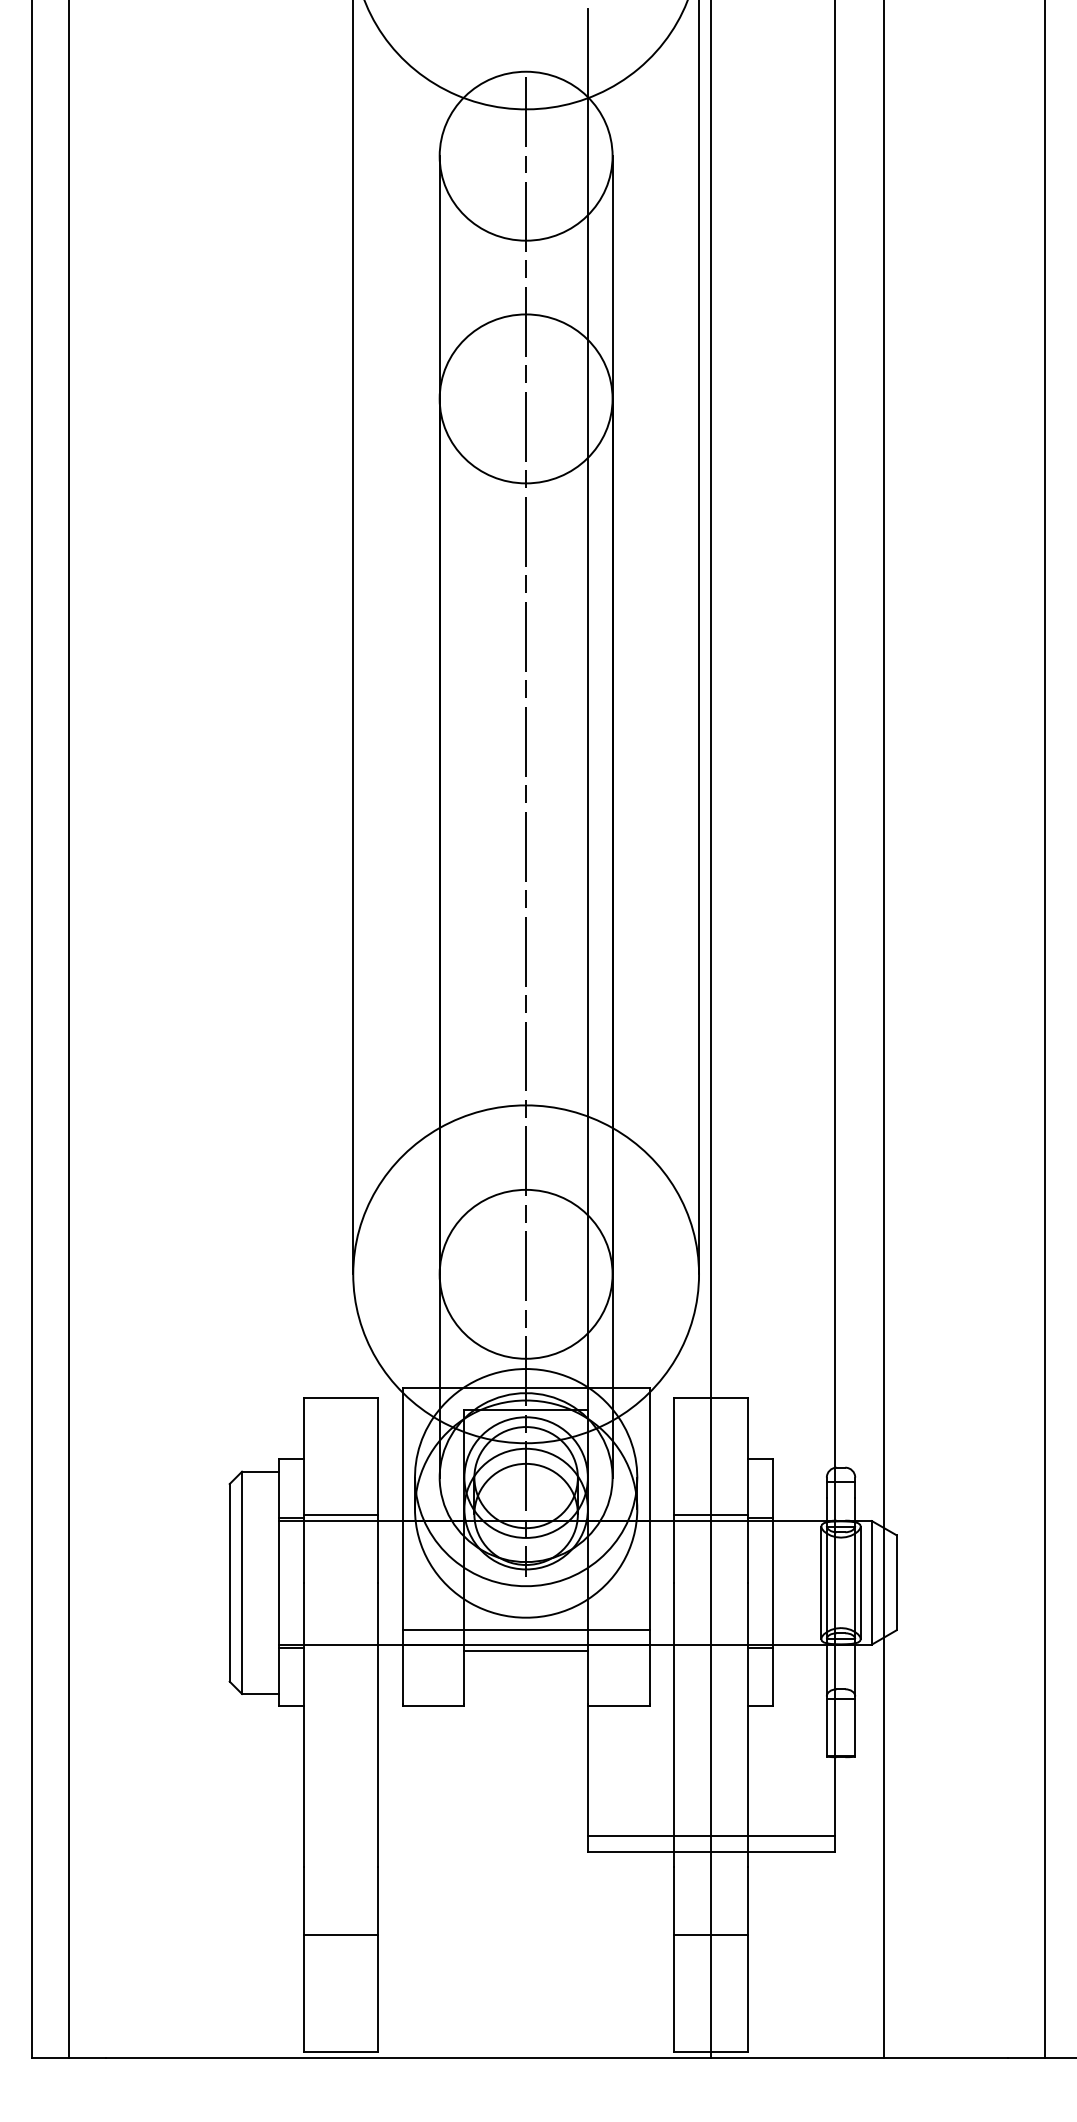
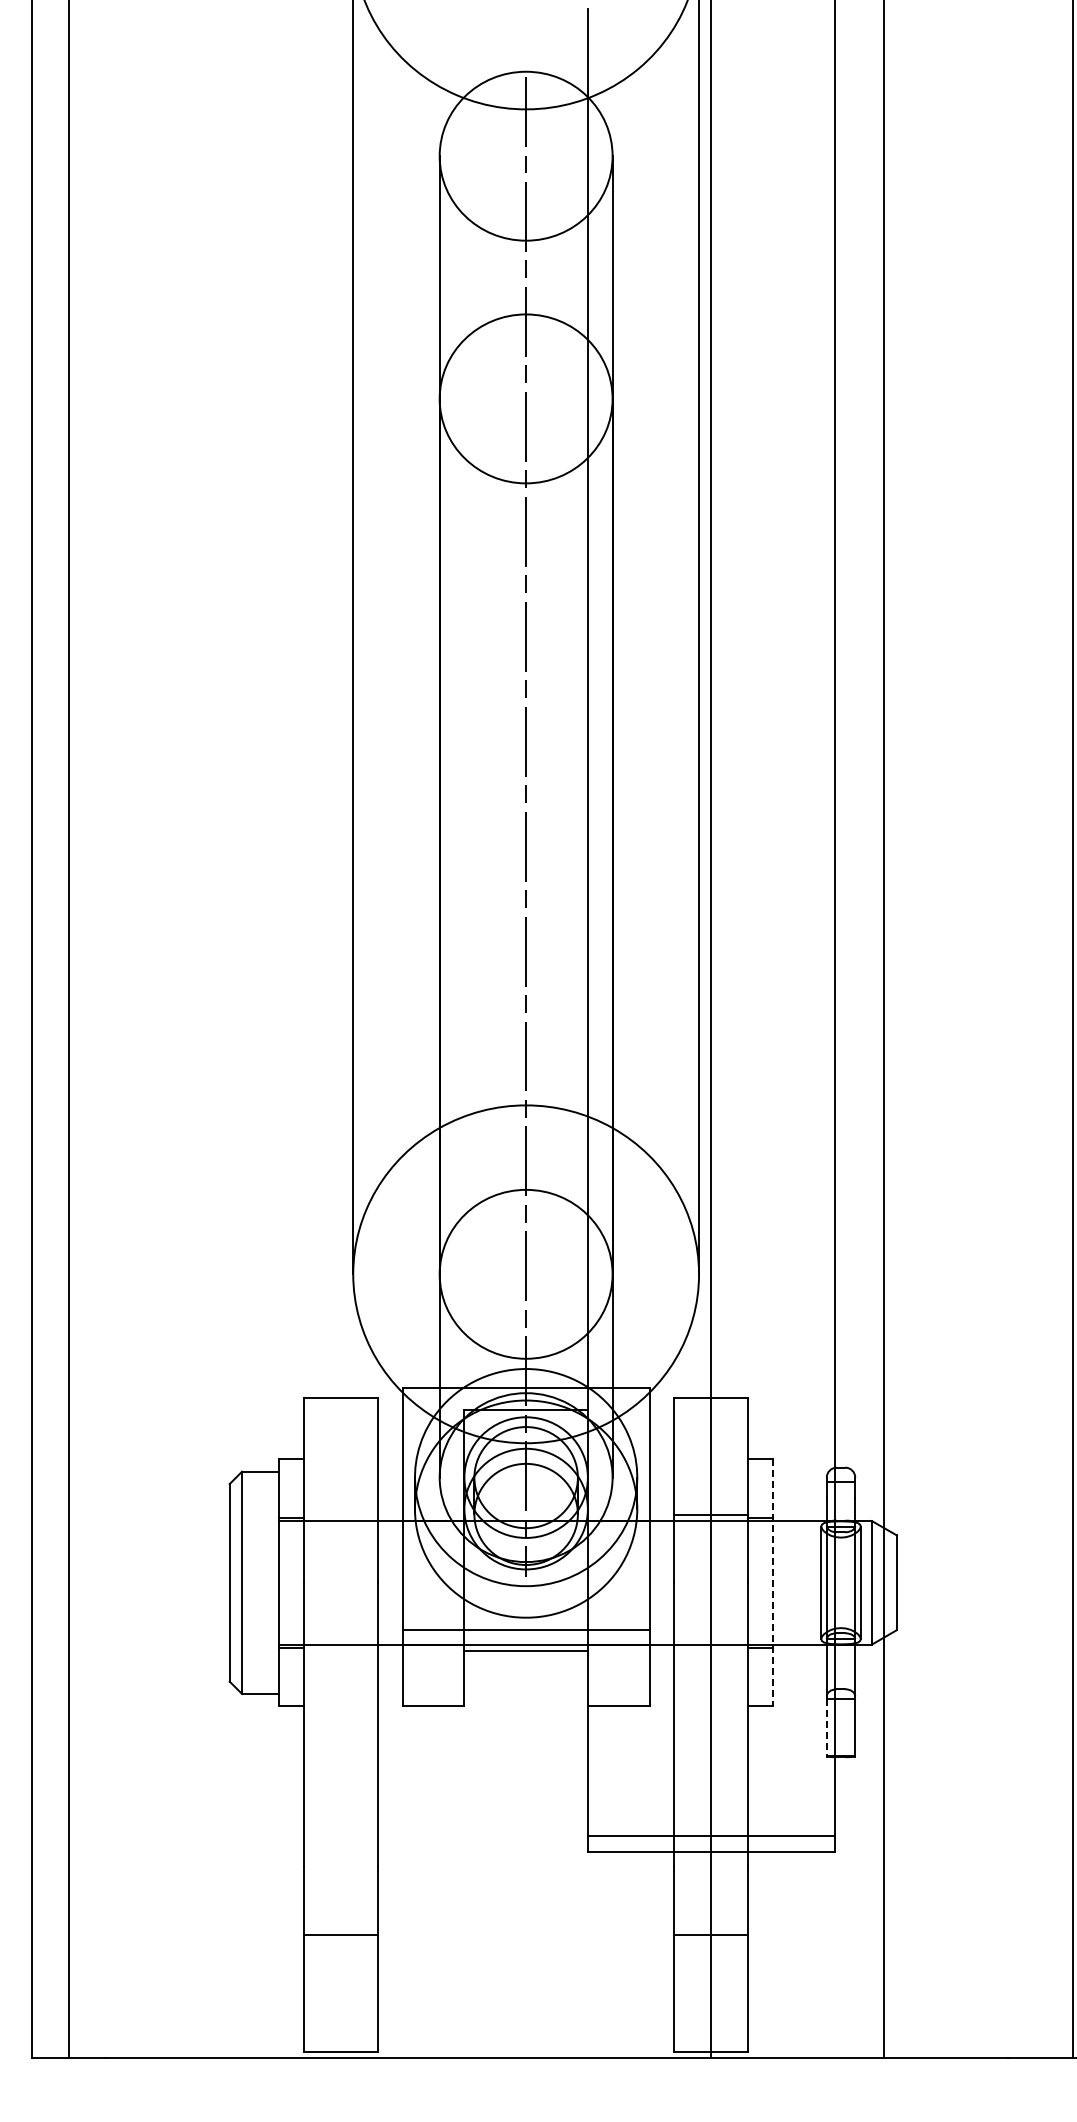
line at (1044, 1030) position: (1044, 1030) -> (1072, 1030)
line at (340, 1514): present -> none
line at (773, 1582): solid -> dashed
line at (826, 1727): solid -> dashed
